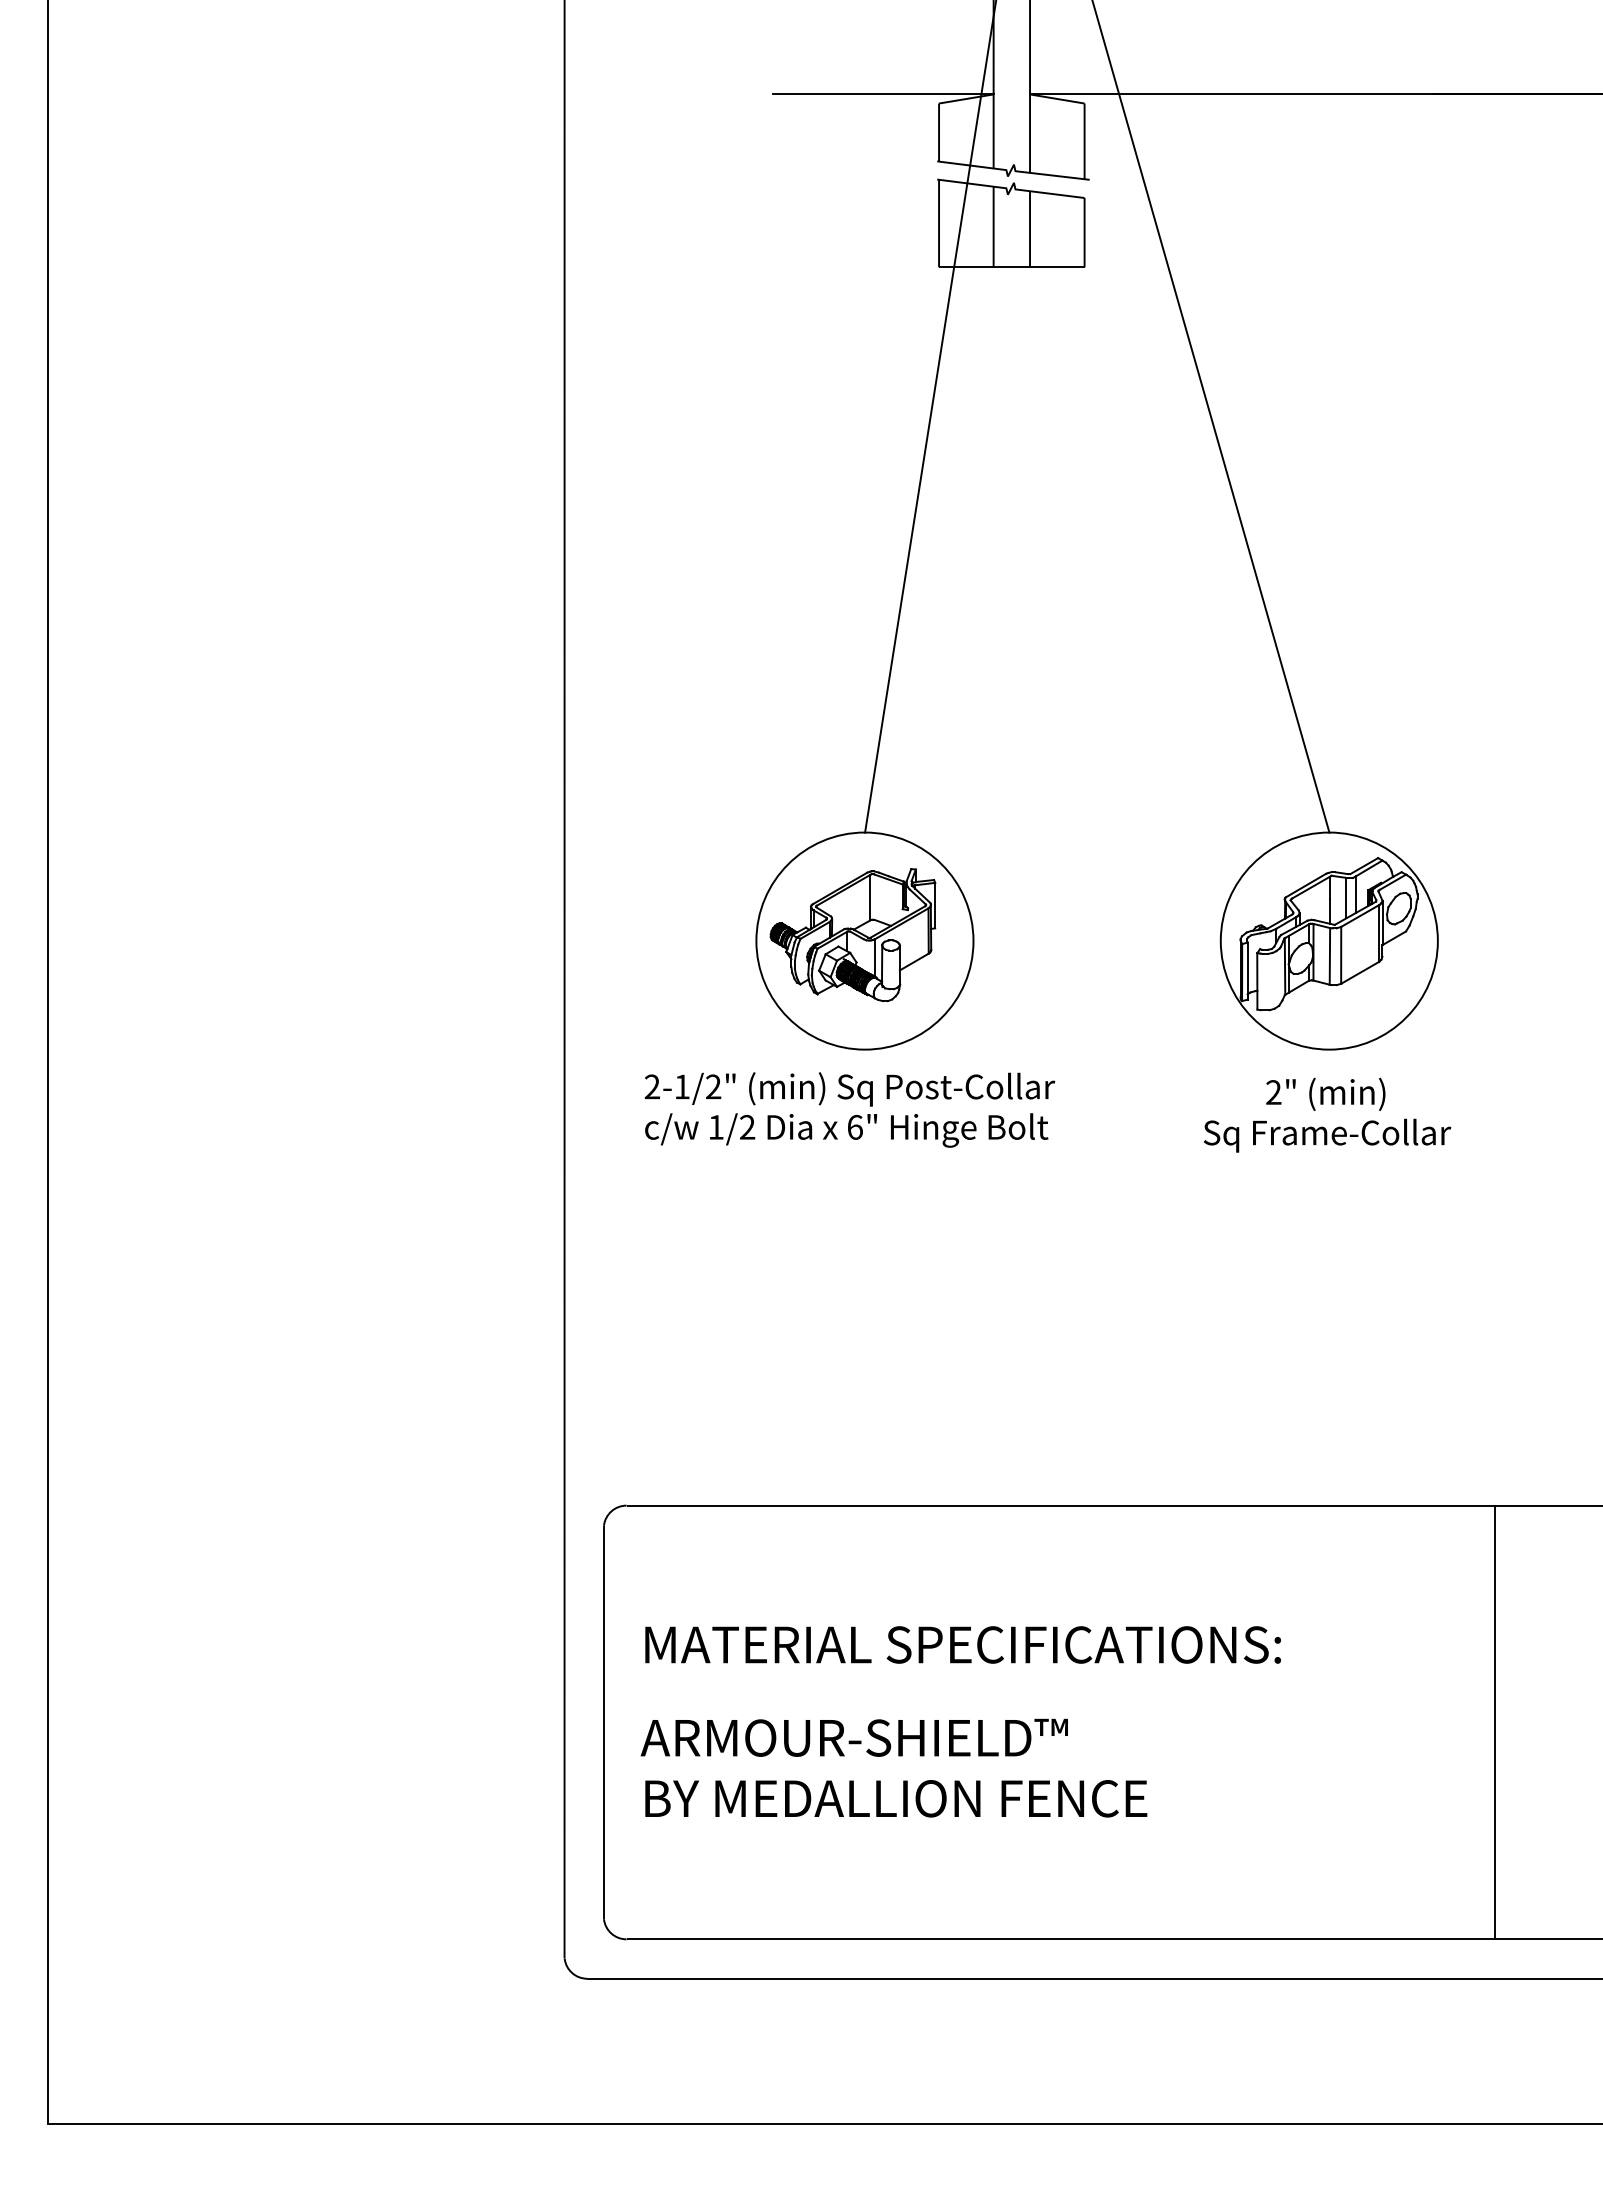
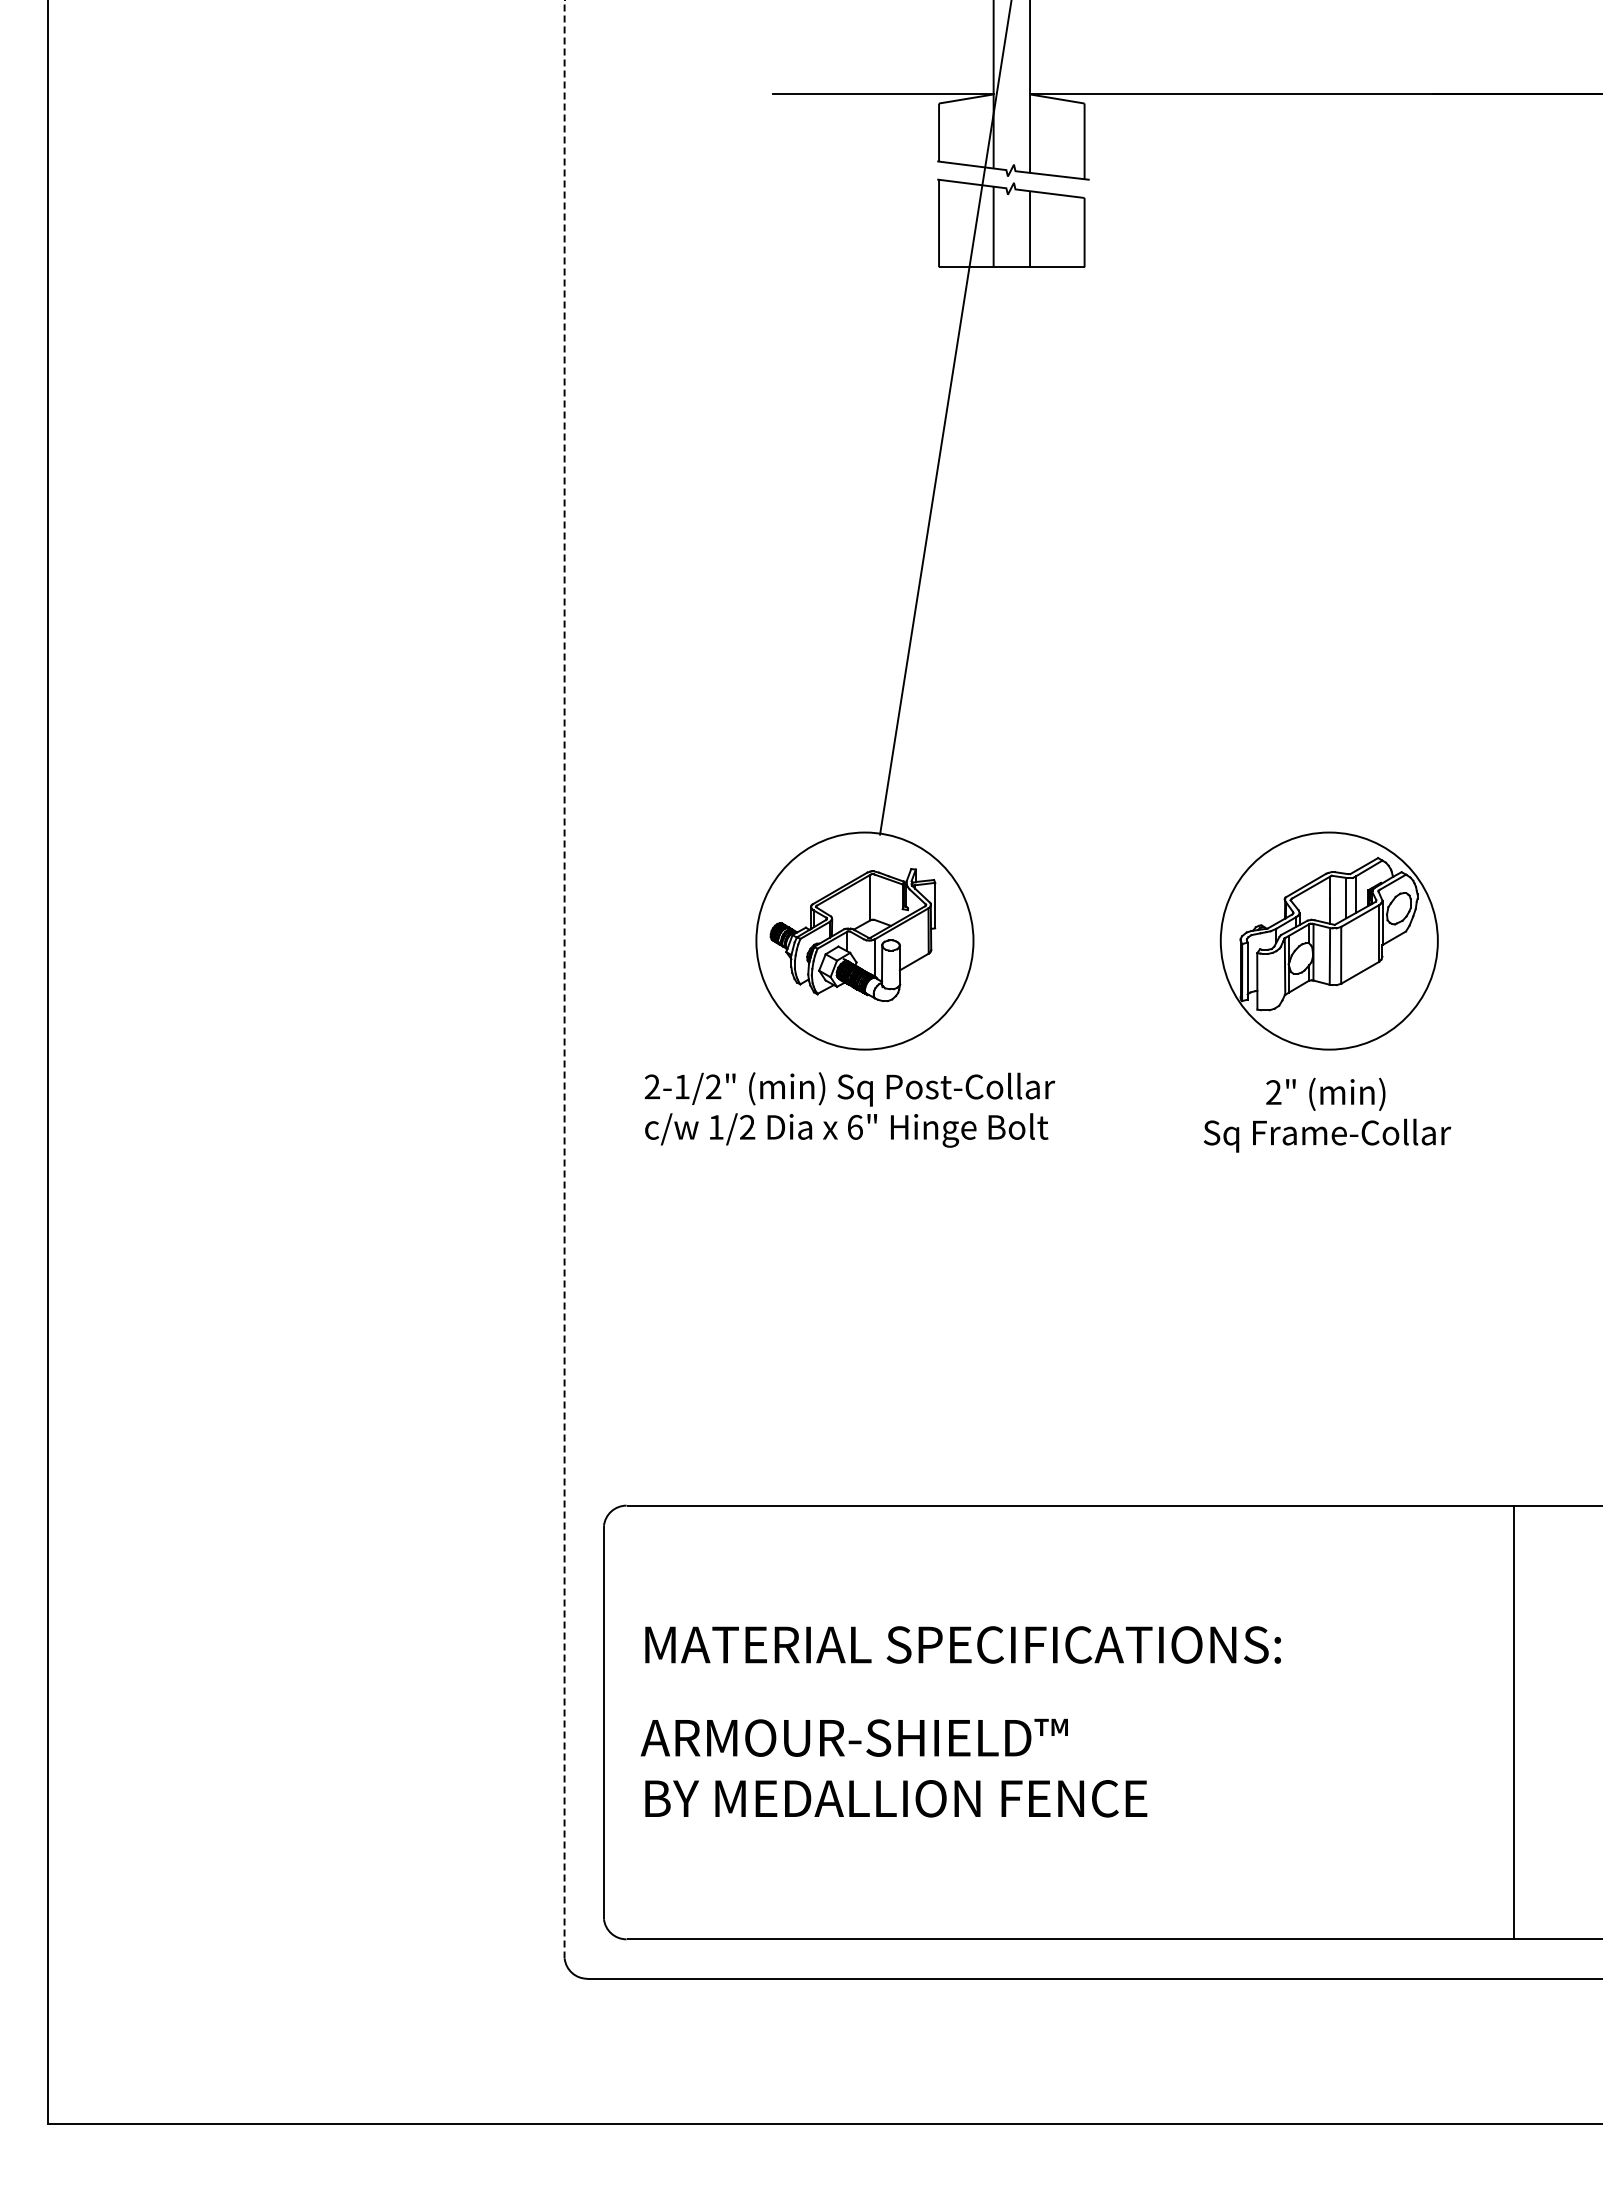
line at (930, 417) position: (930, 417) -> (945, 418)
line at (1210, 417): present -> none
line at (564, 979): solid -> dashed
line at (1494, 1722) position: (1494, 1722) -> (1513, 1722)
